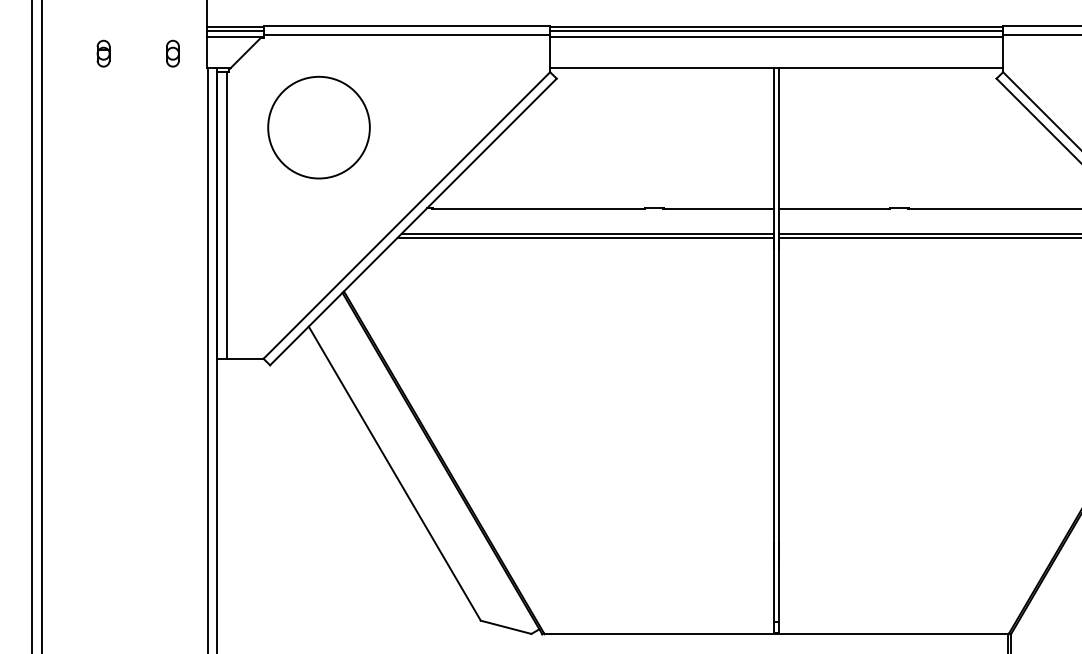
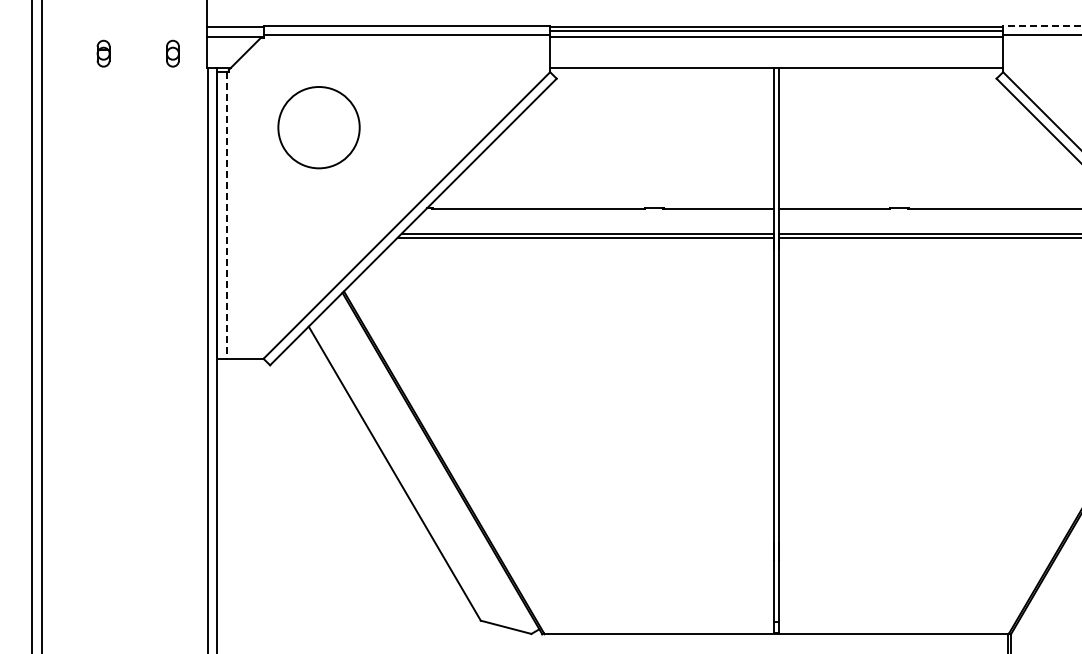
line at (1042, 25): solid -> dashed
line at (235, 30): present -> none
circle at (318, 127) diameter: 102 px -> 81 px
line at (226, 216): solid -> dashed
